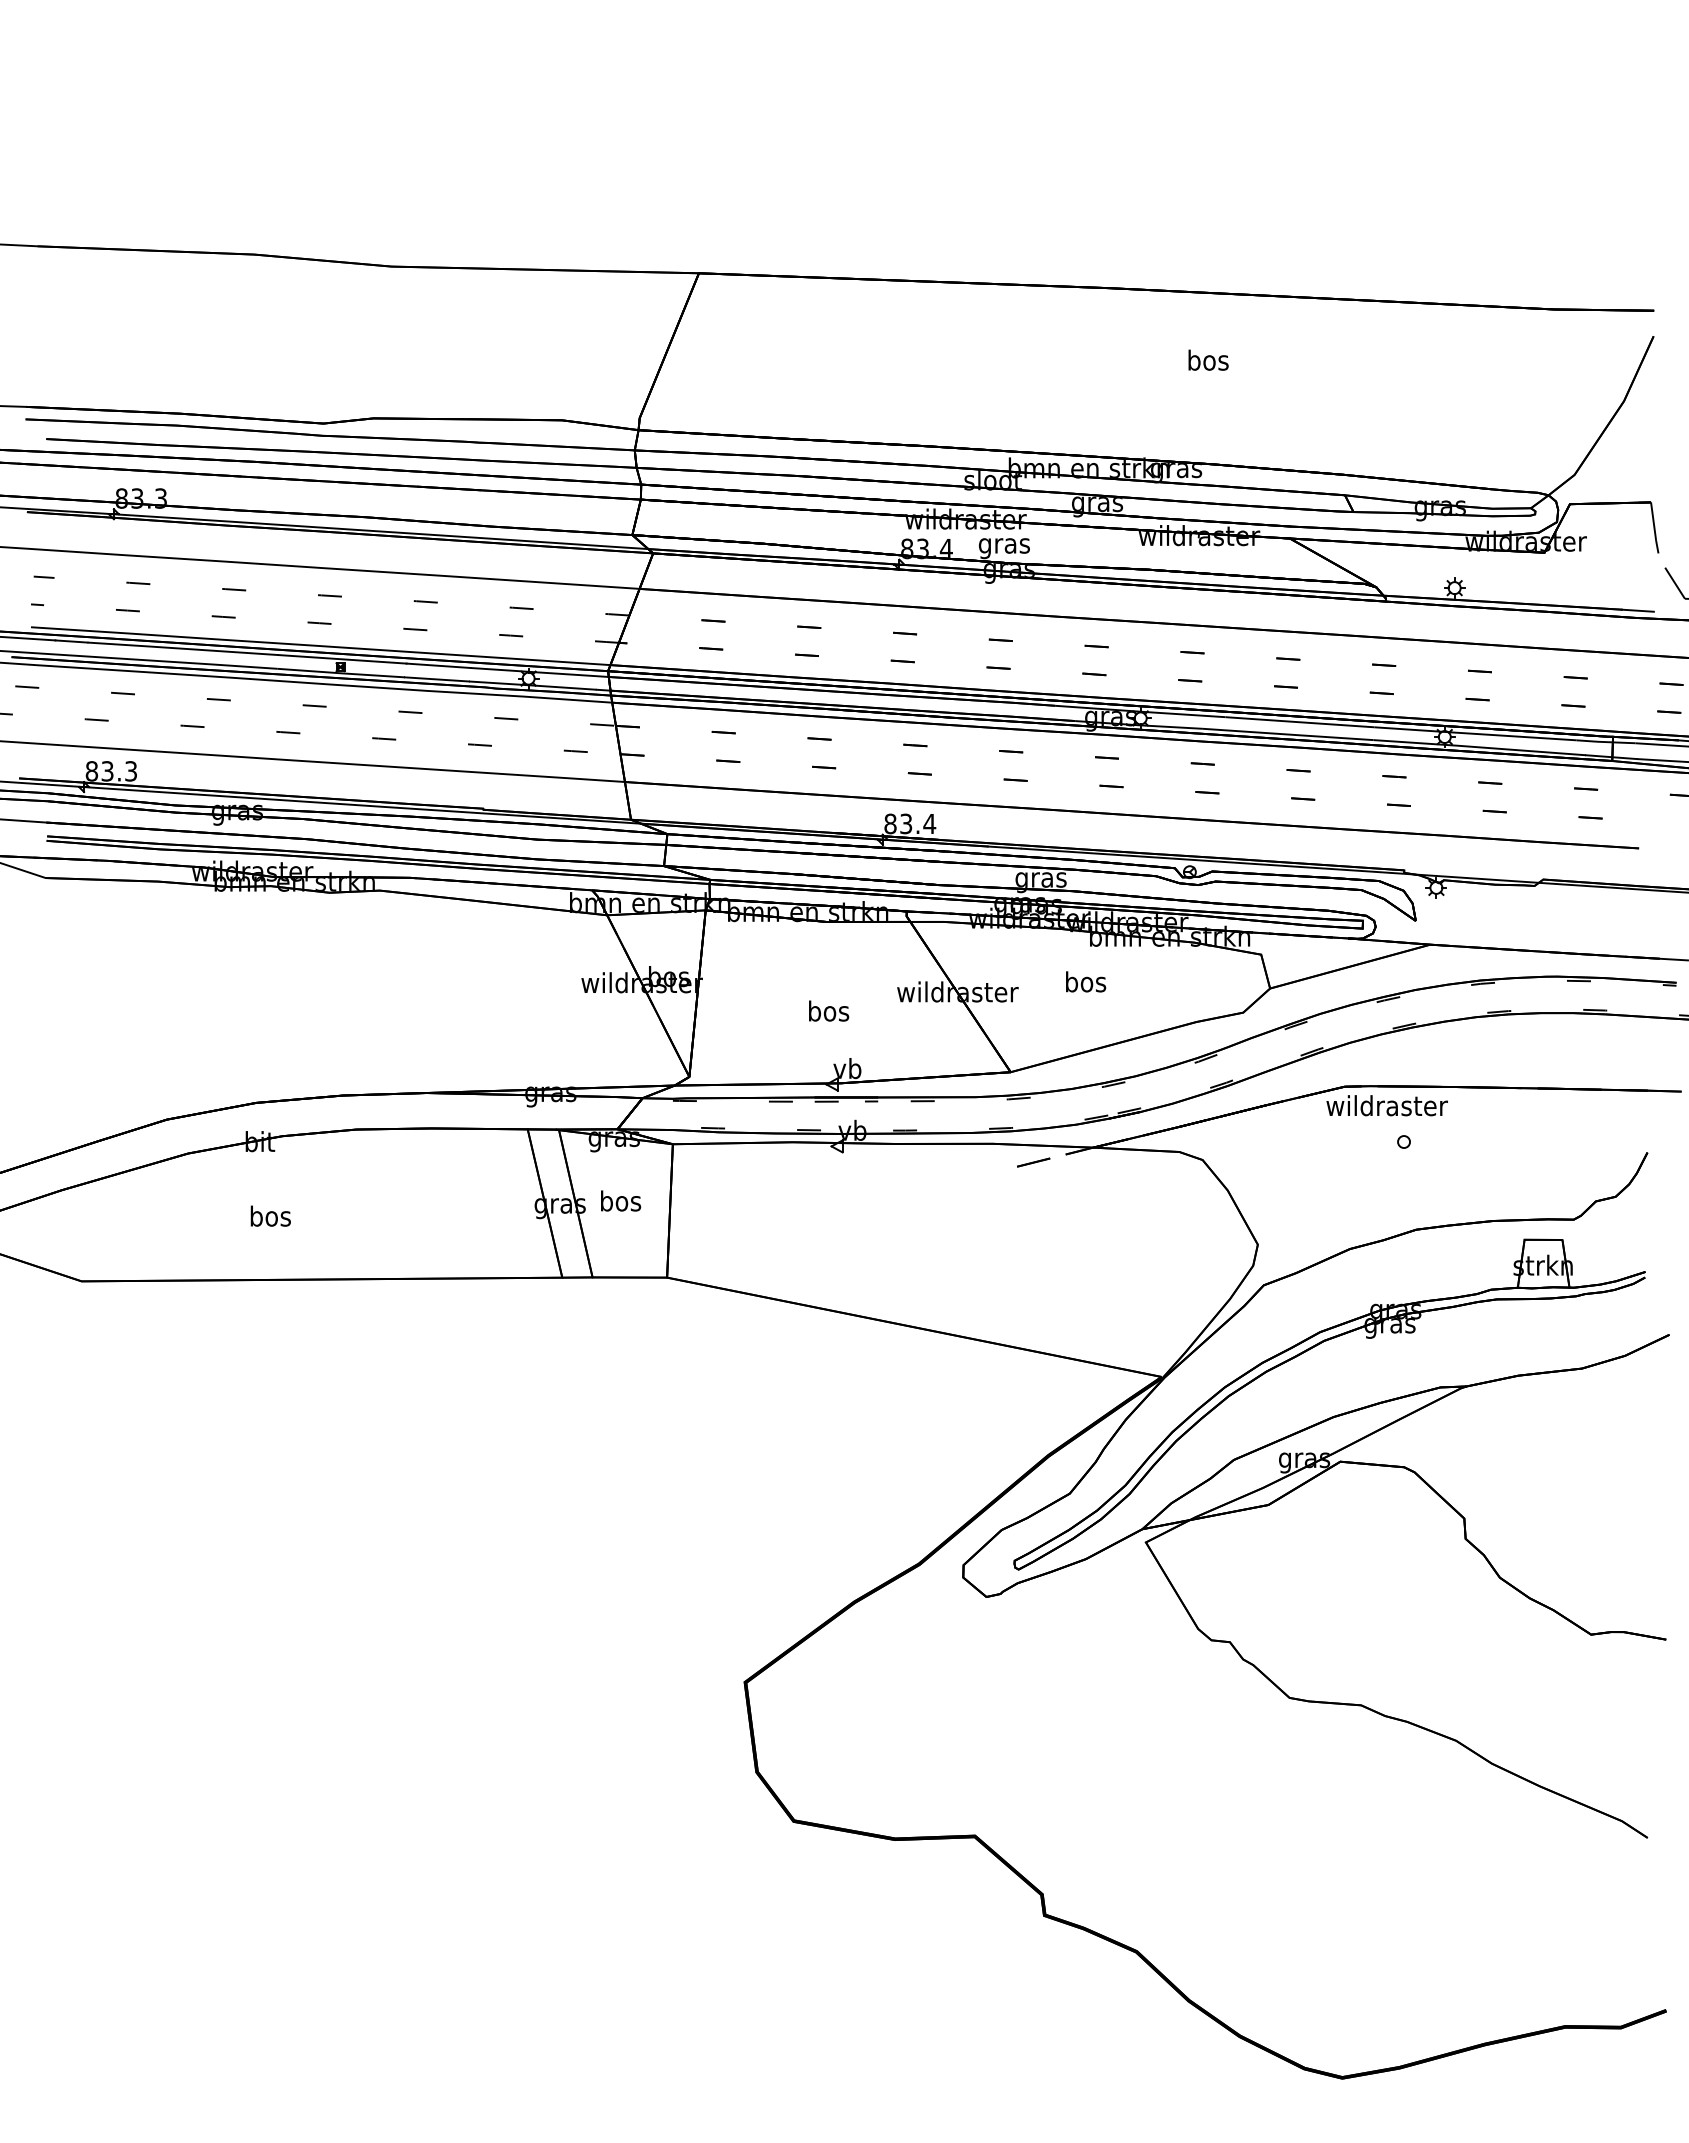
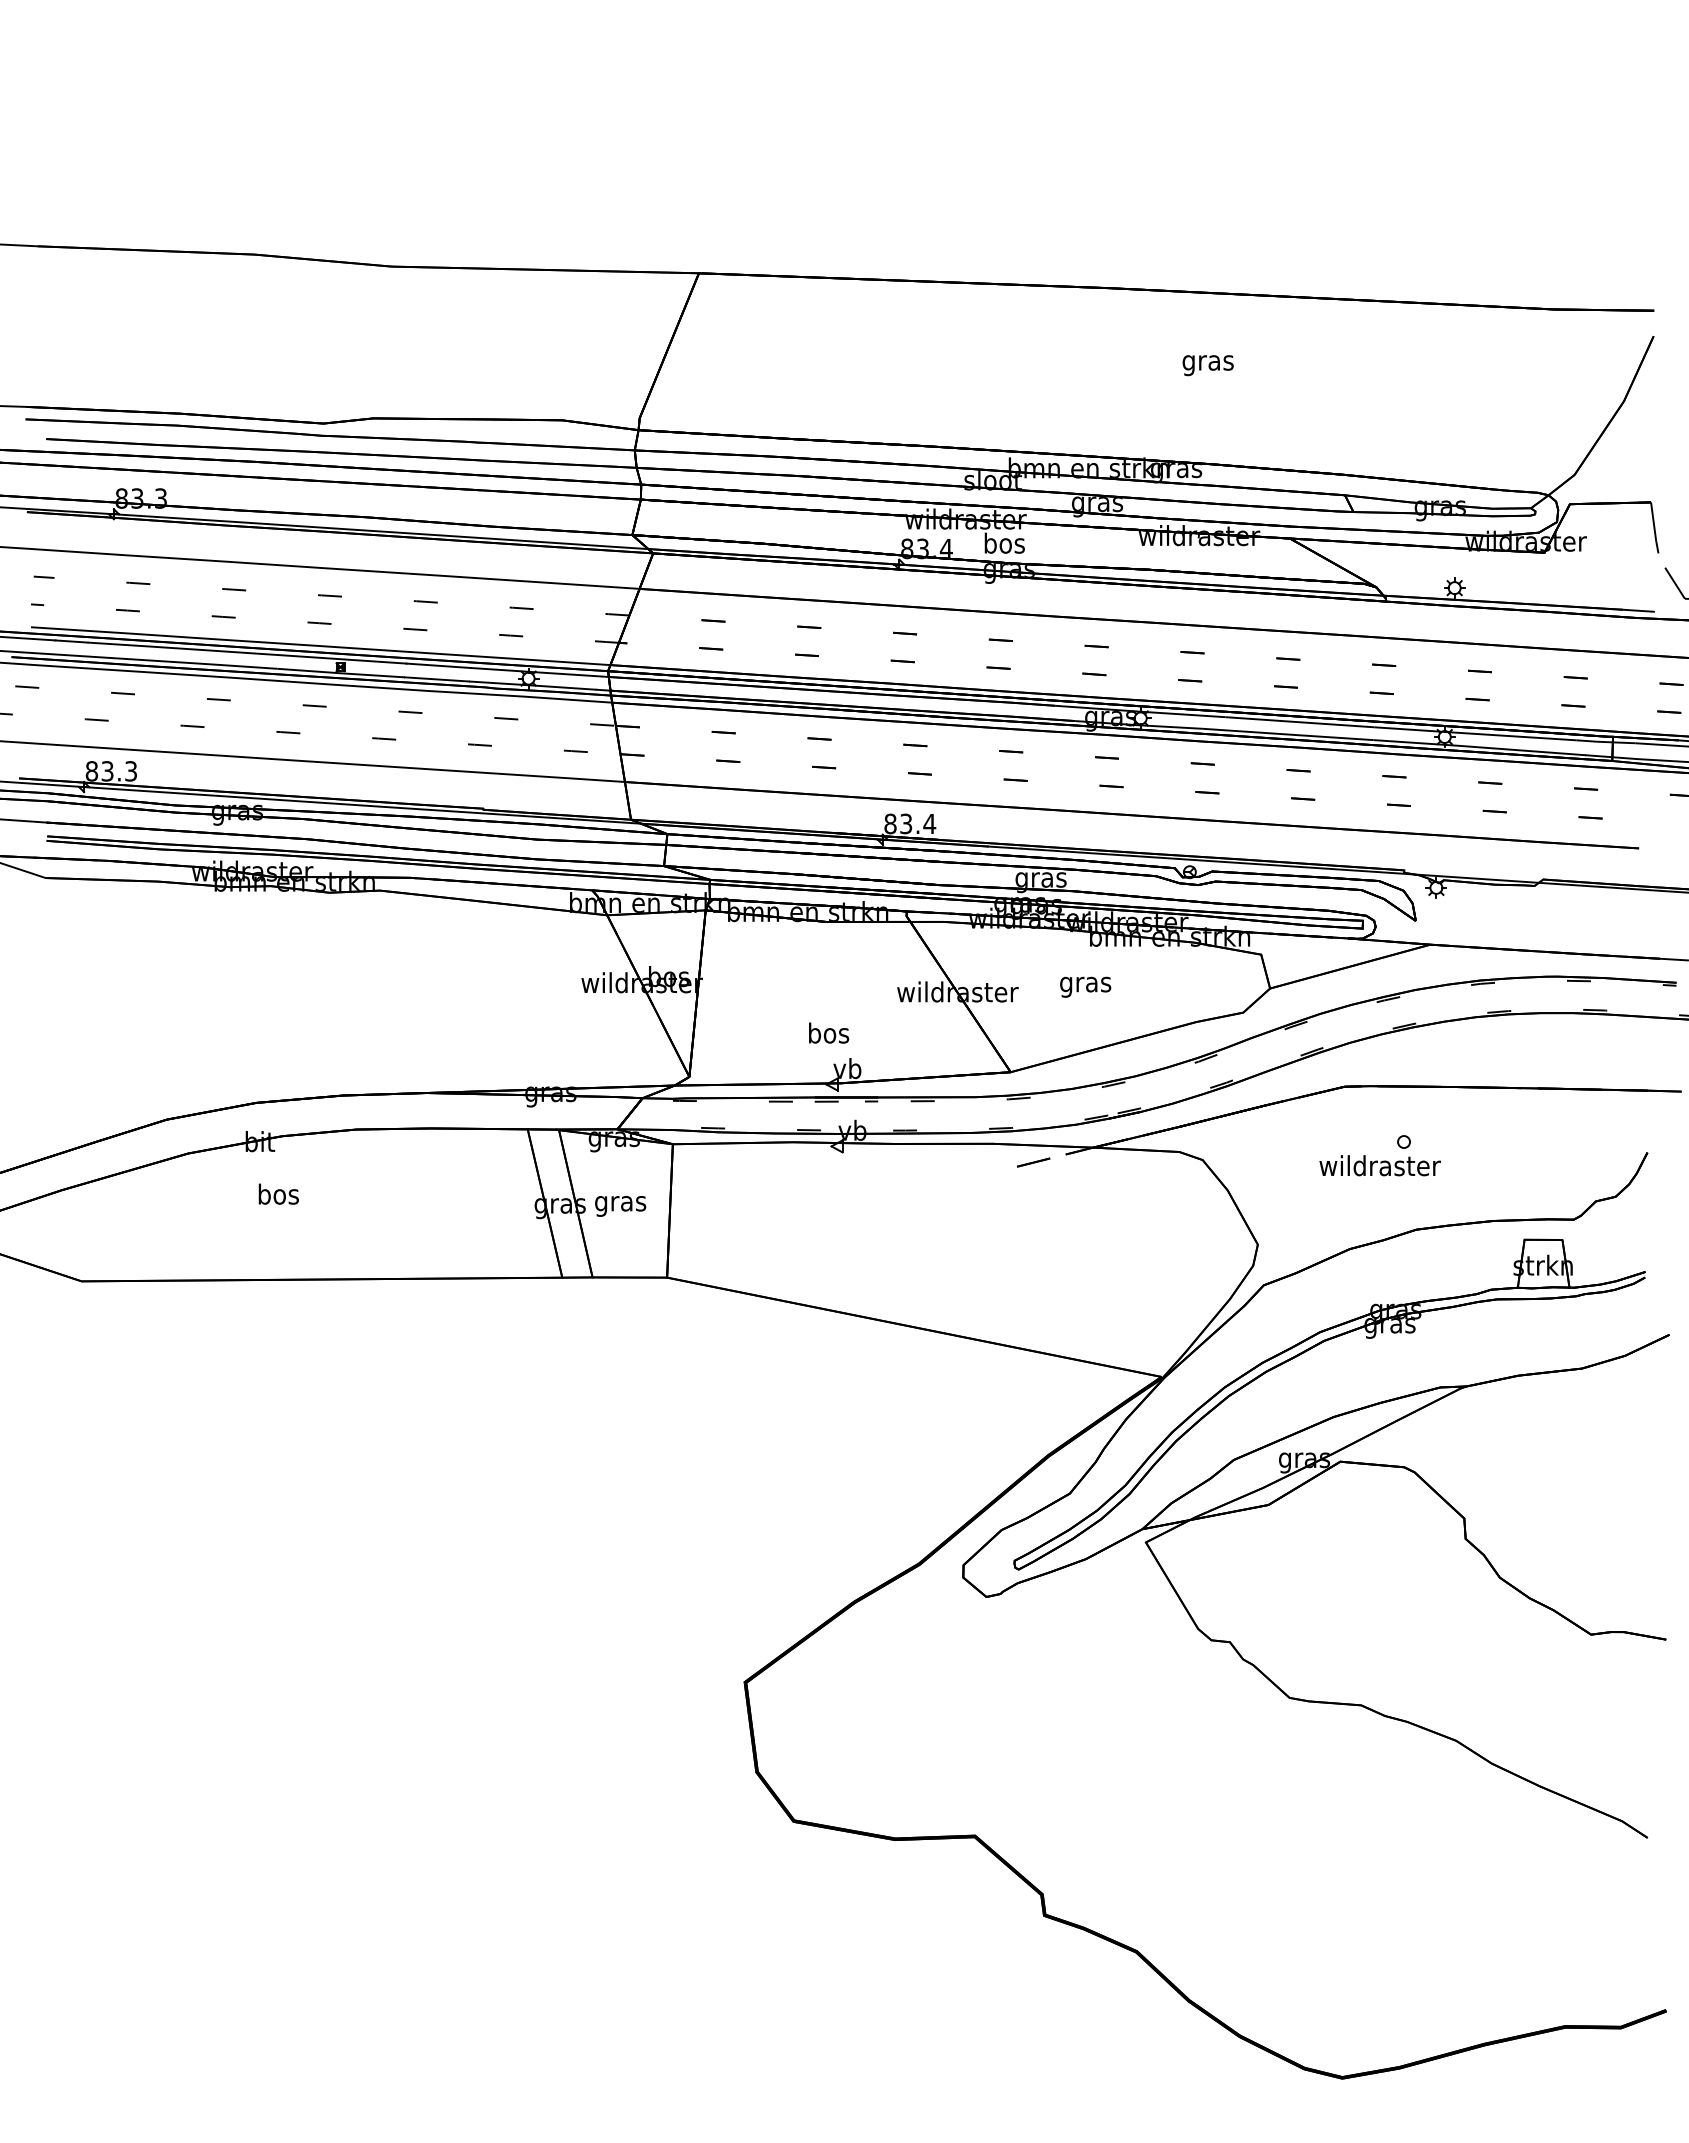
text at (1207, 362): bos -> gras
text at (1003, 545): gras -> bos
text at (1085, 984): bos -> gras
text at (829, 1010) position: (829, 1010) -> (829, 1032)
text at (1386, 1105) position: (1386, 1105) -> (1379, 1165)
text at (620, 1203): bos -> gras
text at (270, 1215) position: (270, 1215) -> (278, 1193)
